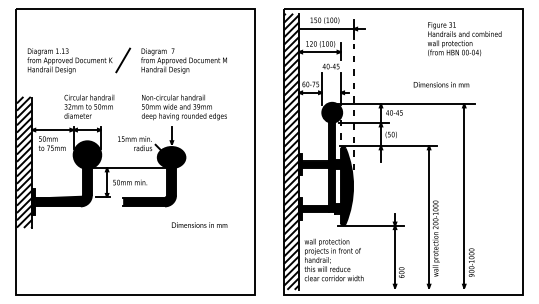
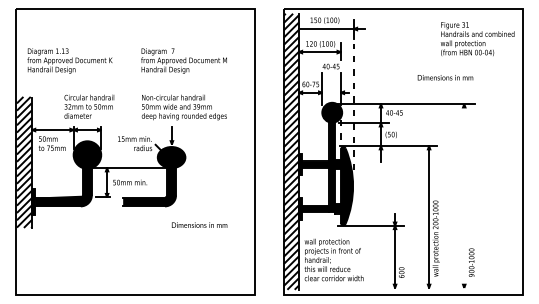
text at (464, 38) position: (464, 38) -> (477, 38)
line at (123, 60): present -> none
text at (441, 84) position: (441, 84) -> (445, 77)
line at (464, 195): present -> none
